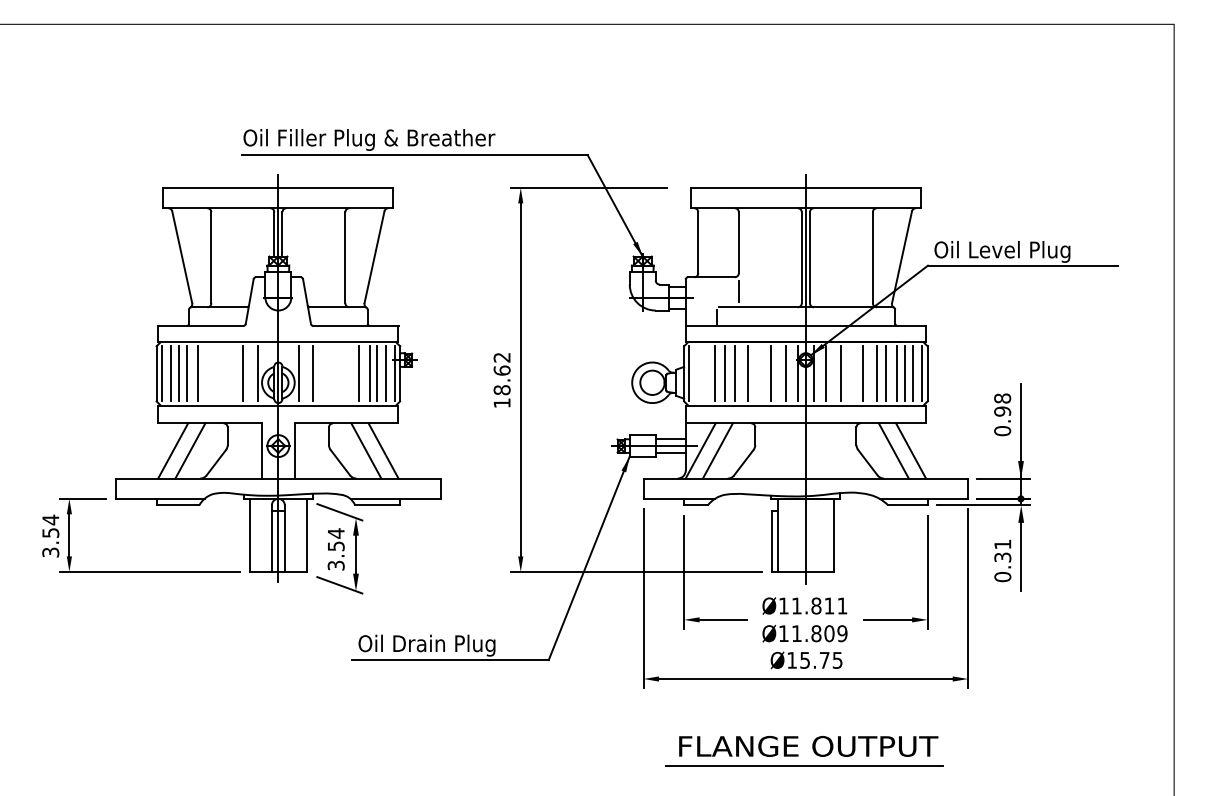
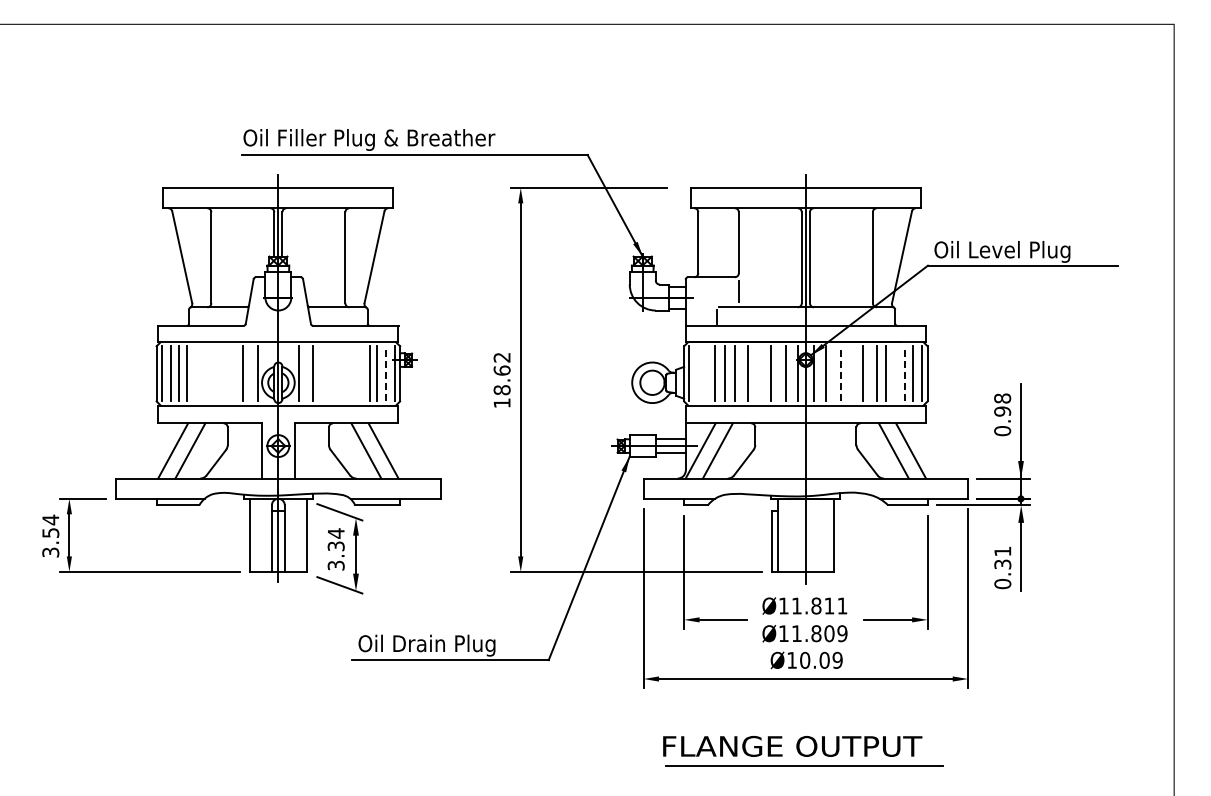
line at (197, 373): present -> none
line at (358, 373): present -> none
line at (385, 373): solid -> dashed
line at (840, 373): solid -> dashed
line at (897, 373): present -> none
line at (904, 373): solid -> dashed
text at (335, 545): 3.54 -> 3.34
text at (1002, 560) position: (1002, 560) -> (1002, 567)
text at (821, 659): 15.75 -> 10.09
text at (808, 746) position: (808, 746) -> (792, 746)
